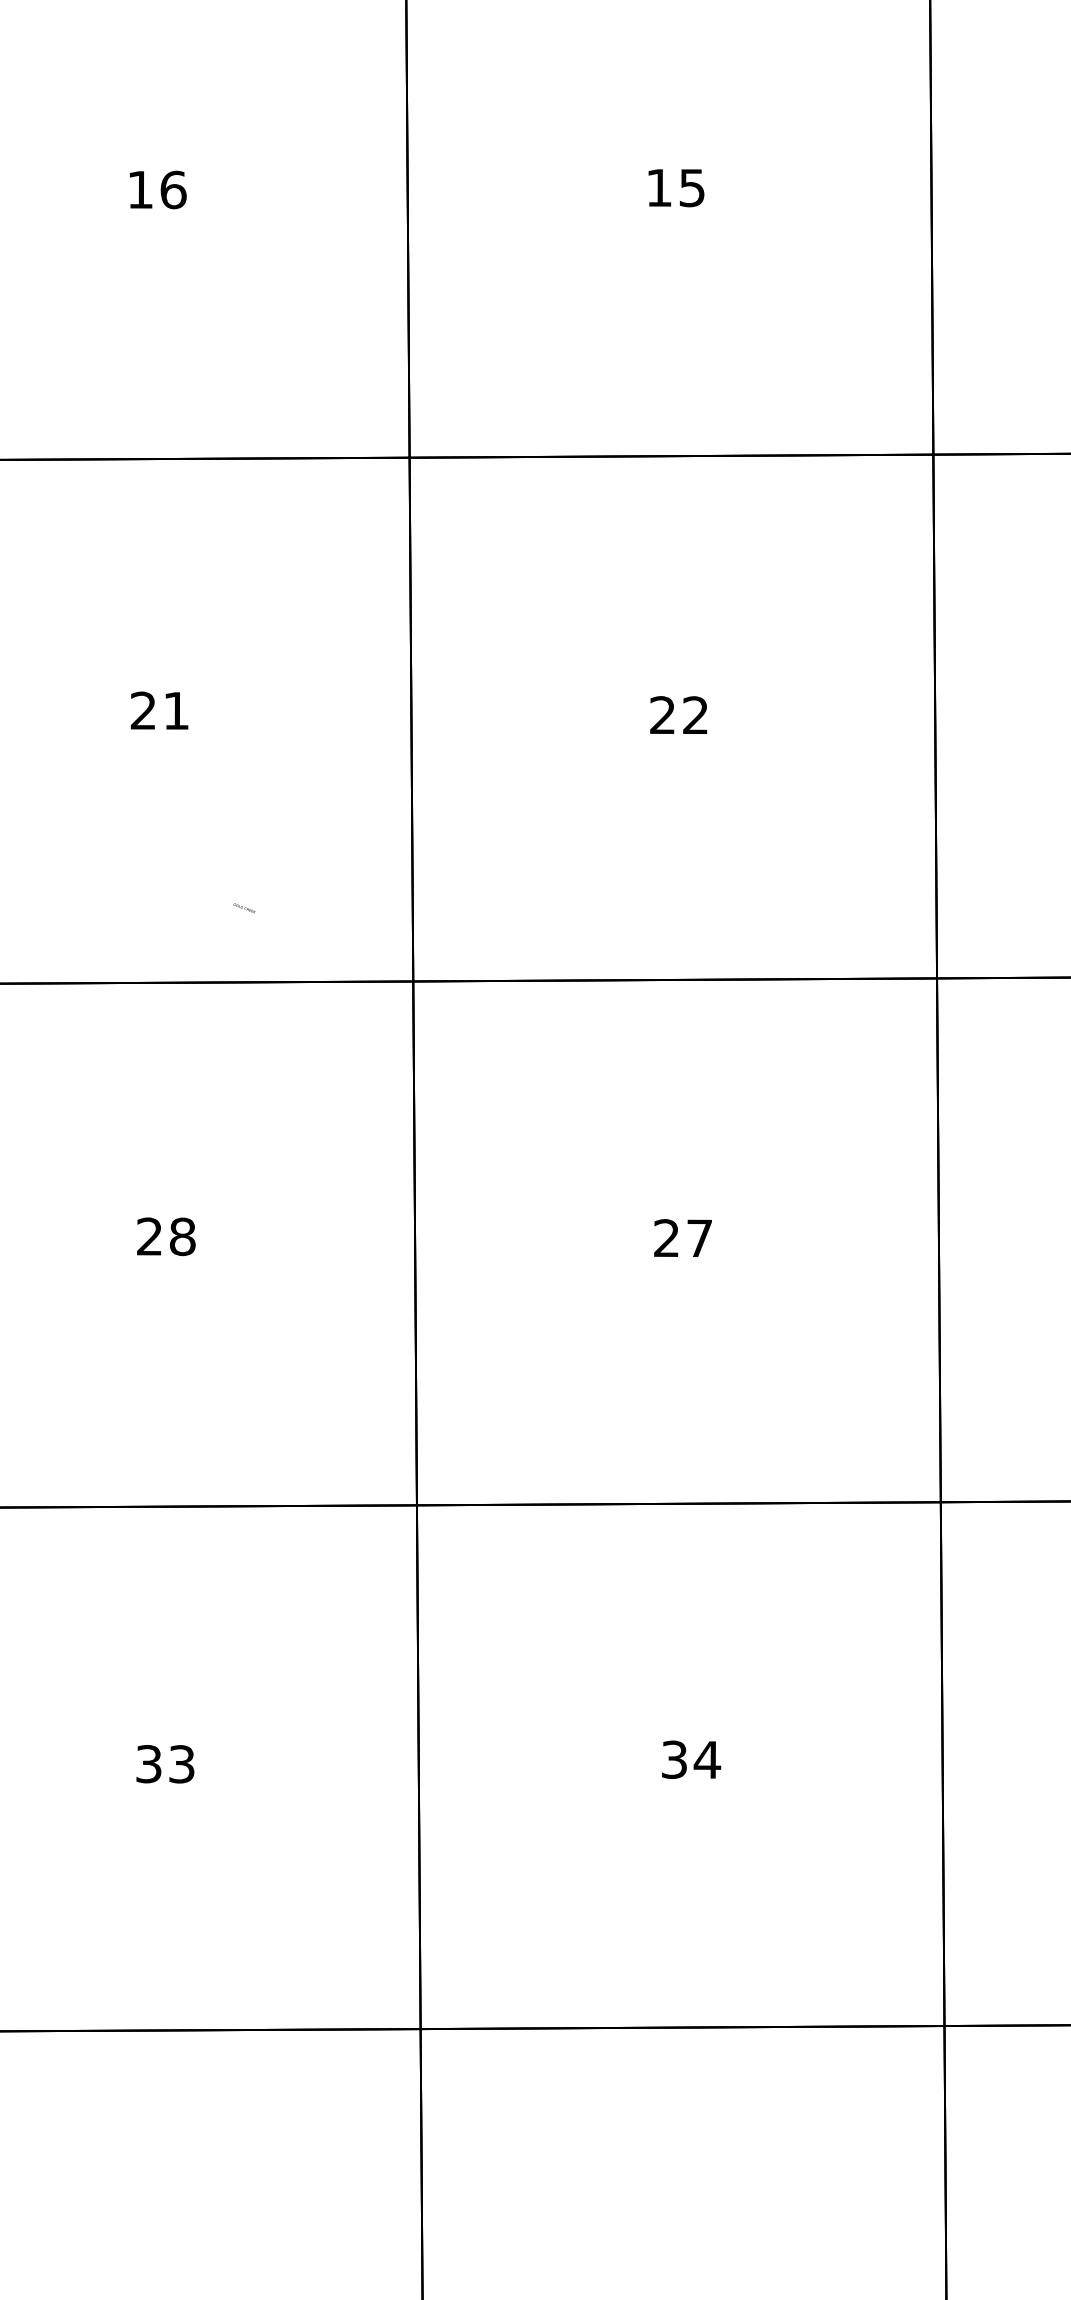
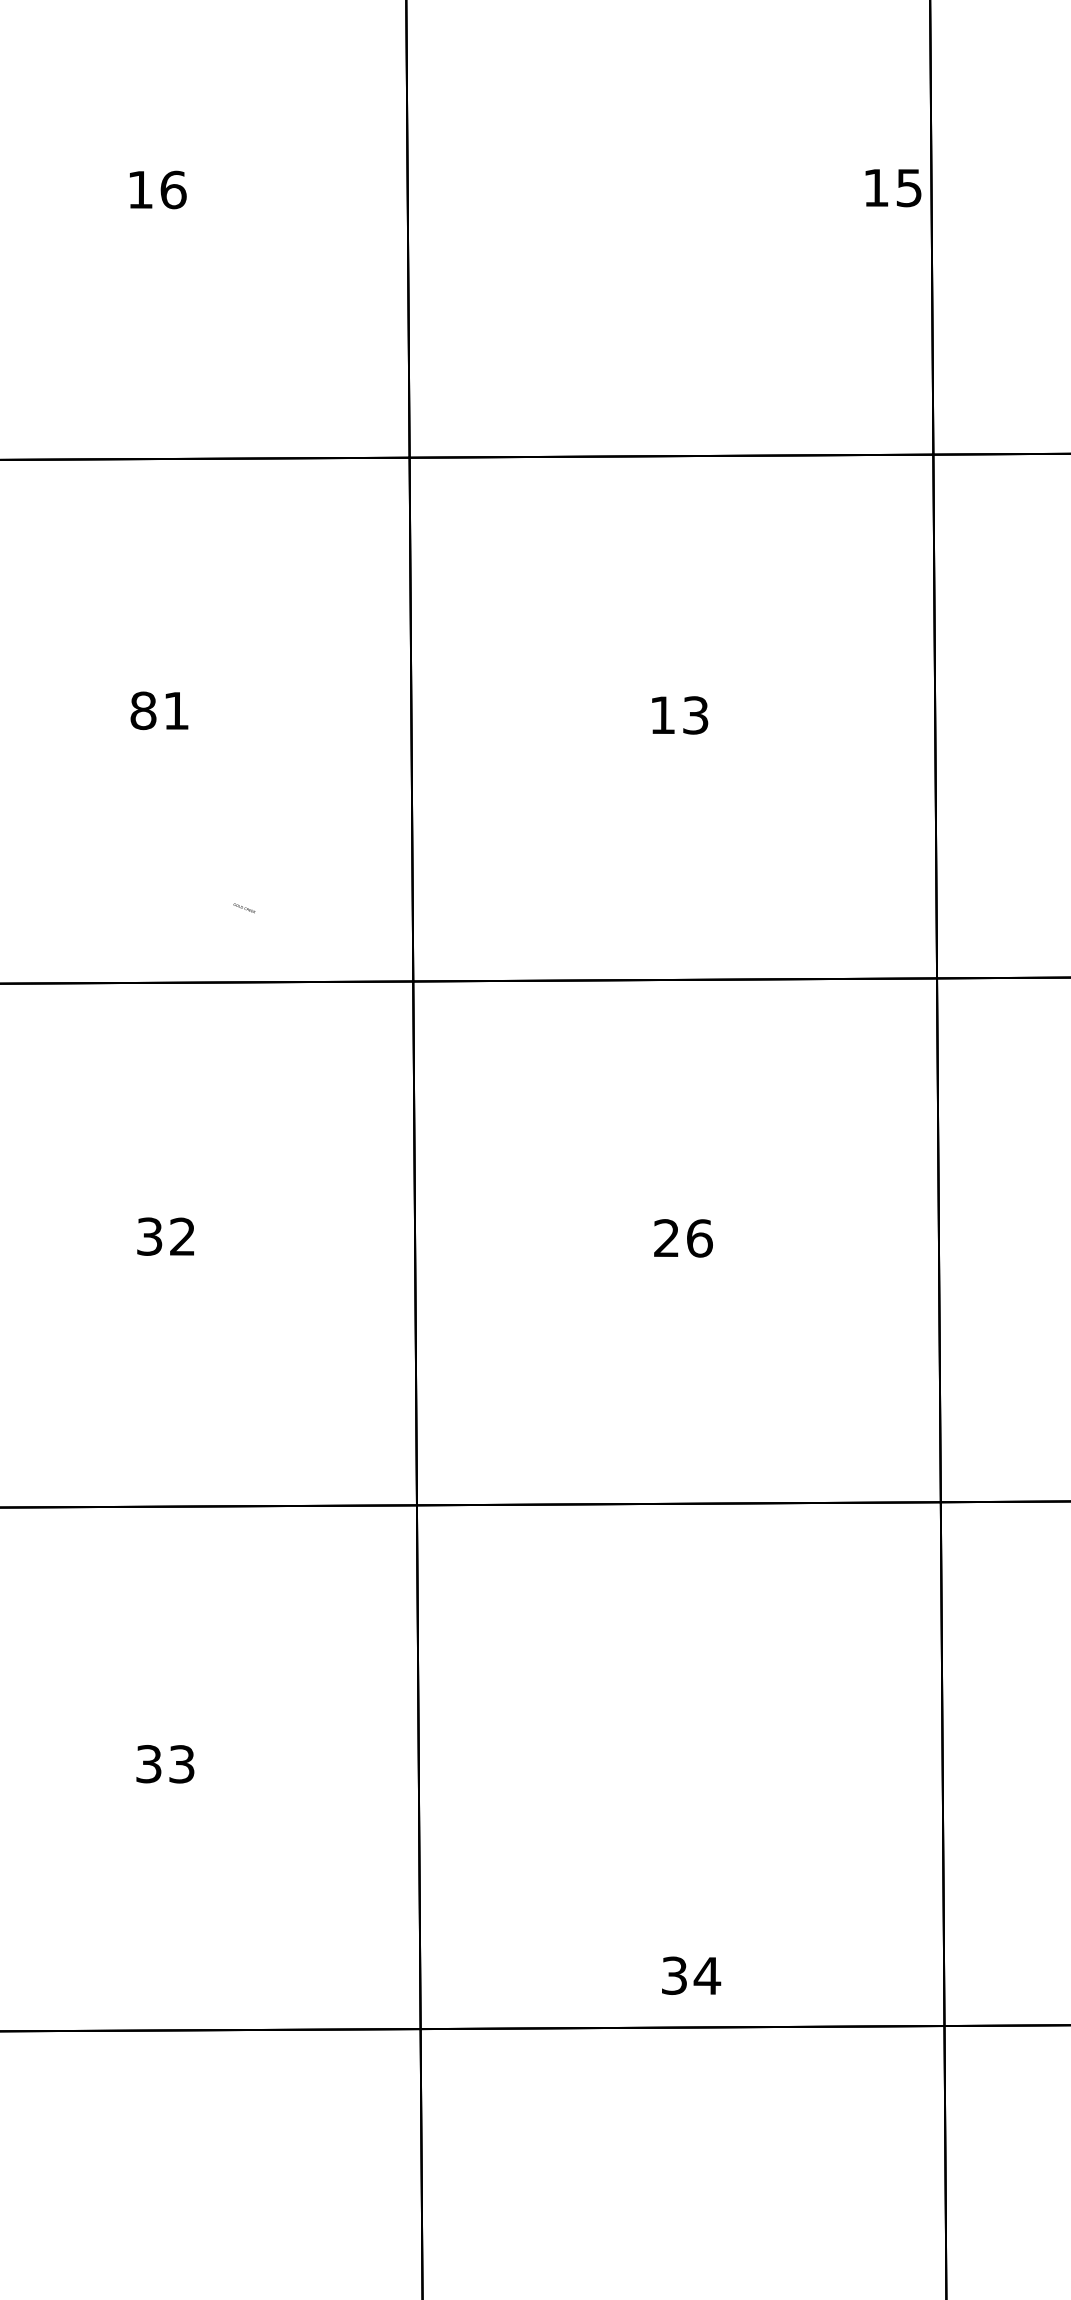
text at (676, 188) position: (676, 188) -> (893, 188)
text at (143, 710): 21 -> 81
text at (679, 715): 22 -> 13
text at (166, 1236): 28 -> 32
text at (699, 1238): 27 -> 26
text at (691, 1759) position: (691, 1759) -> (691, 1975)
